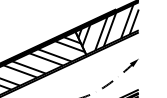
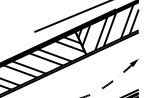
line at (71, 16): none -> present
